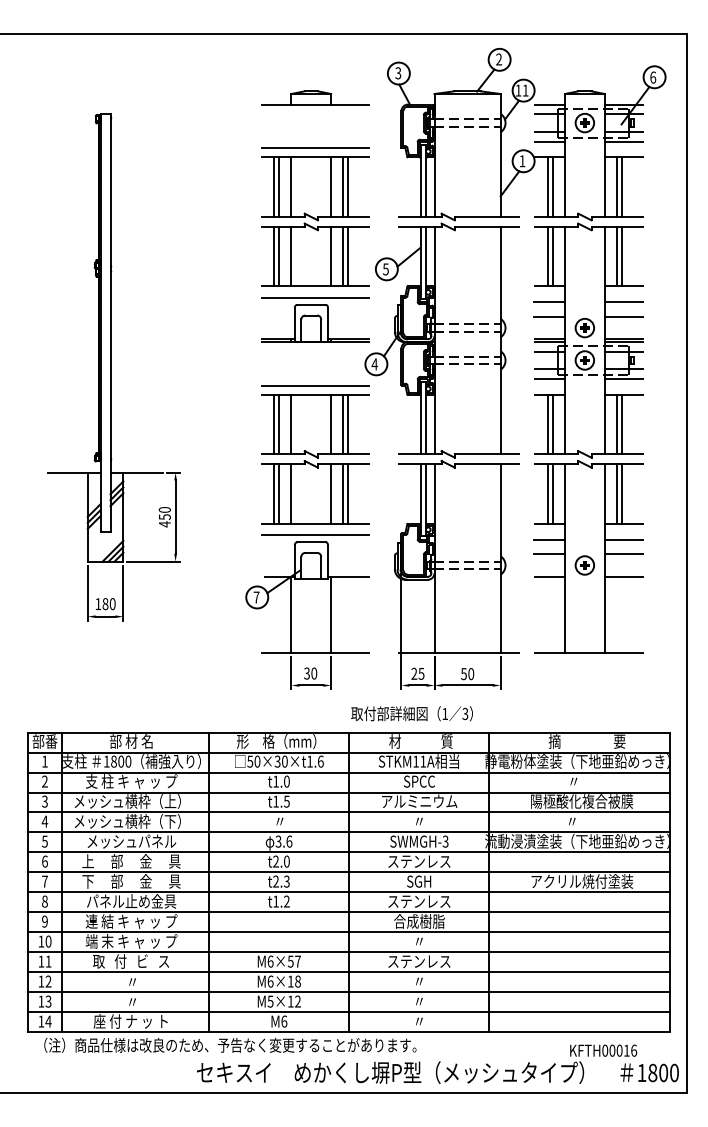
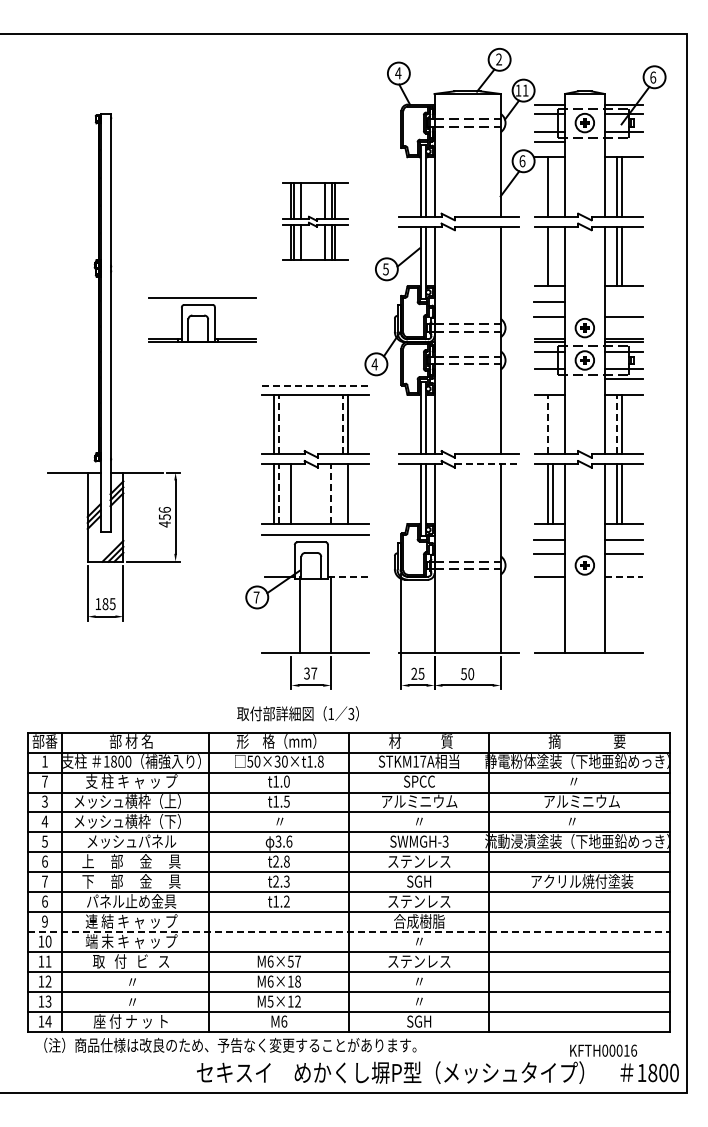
text at (398, 73): 3 -> 4
part at (315, 97): present -> none
line at (623, 141): present -> none
line at (315, 148): present -> none
text at (522, 161): 1 -> 6
line at (552, 186): present -> none
part at (315, 221) size: 109x131 px -> 67x79 px
line at (552, 256): present -> none
line at (623, 302): present -> none
part at (315, 319) position: (315, 319) -> (202, 319)
line at (550, 379): present -> none
line at (315, 385): solid -> dashed
line at (279, 424): solid -> dashed
line at (291, 424): present -> none
line at (331, 424): present -> none
line at (343, 424): solid -> dashed
line at (547, 424): solid -> dashed
line at (552, 424): present -> none
line at (617, 424): solid -> dashed
line at (487, 464): solid -> dashed
line at (343, 493): present -> none
line at (279, 494): solid -> dashed
line at (331, 494): solid -> dashed
text at (164, 509): 450 -> 456
line at (348, 576): solid -> dashed
line at (624, 576): solid -> dashed
text at (112, 604): 180 -> 185
line at (291, 614) position: (291, 614) -> (300, 614)
text at (314, 673): 30 -> 37
text at (411, 713) position: (411, 713) -> (297, 713)
text at (320, 761): 50×30×t1.6 -> 50×30×t1.8
text at (423, 761): STKM11A -> STKM17A
text at (44, 781): 2 -> 7
text at (582, 801): 陽極酸化複合被膜 -> アルミニウム
text at (286, 861): t2.0 -> t2.8
text at (44, 901): 8 -> 6
line at (348, 932): solid -> dashed
text at (419, 1021): 〃 -> SGH
